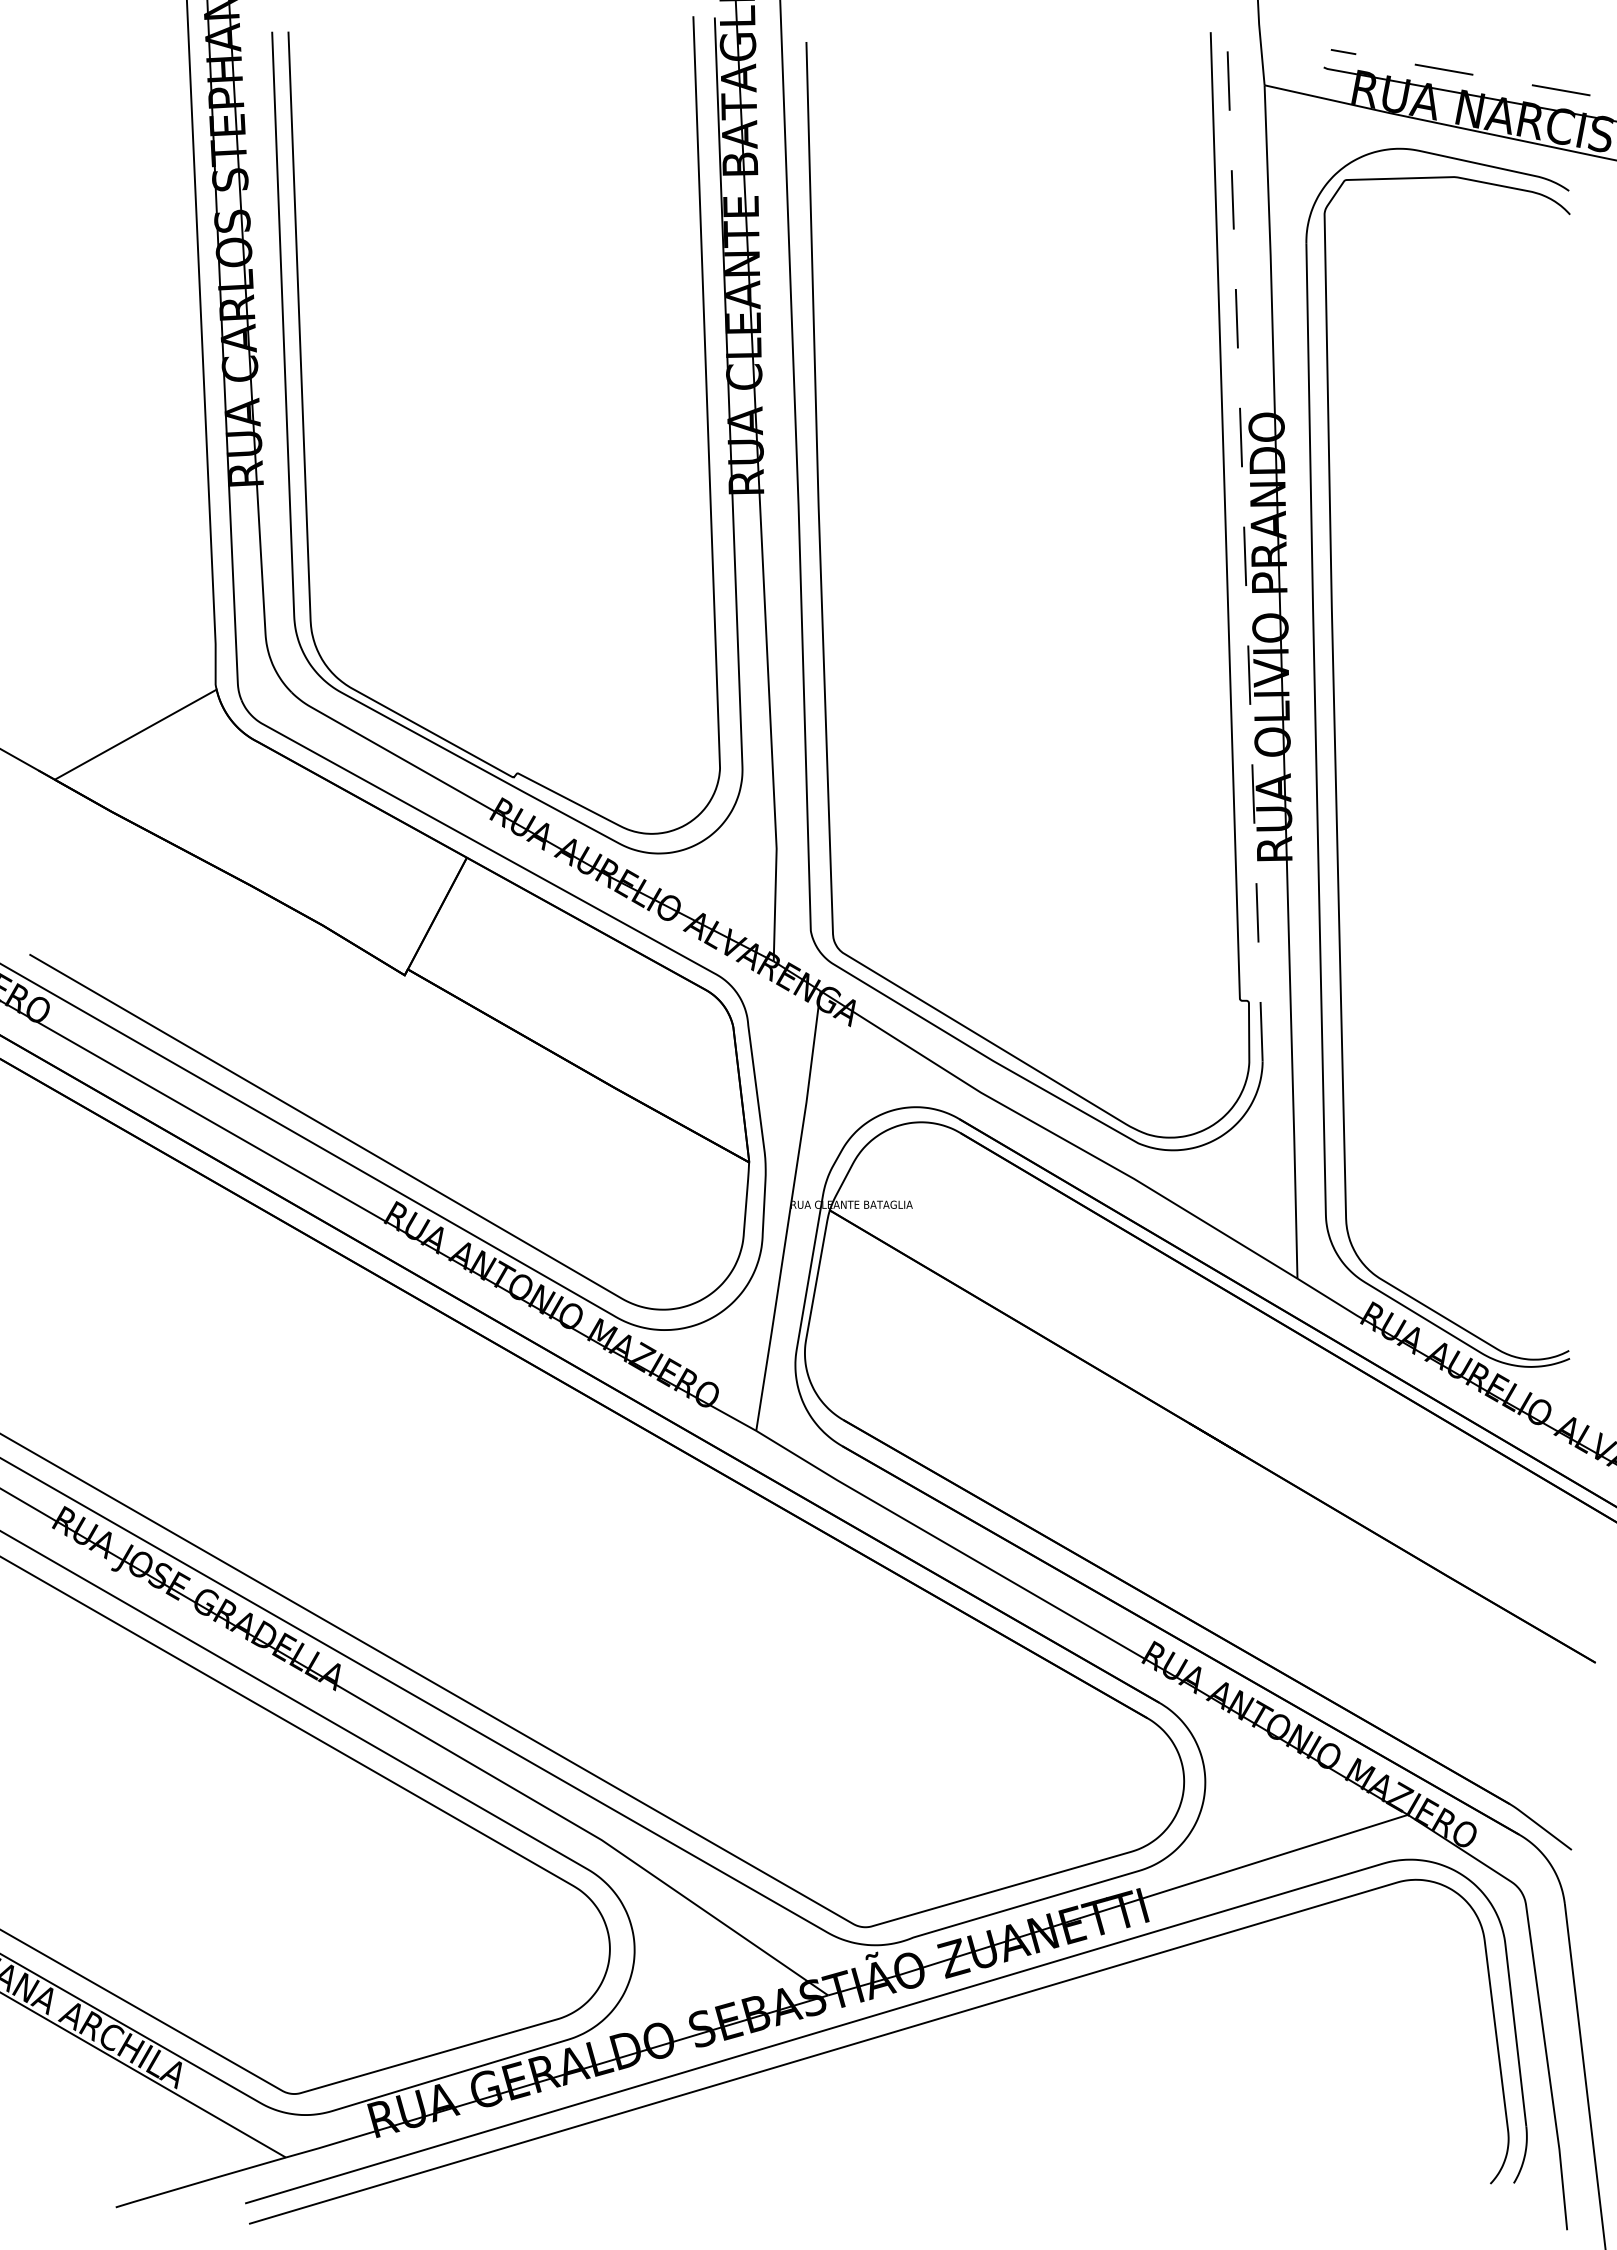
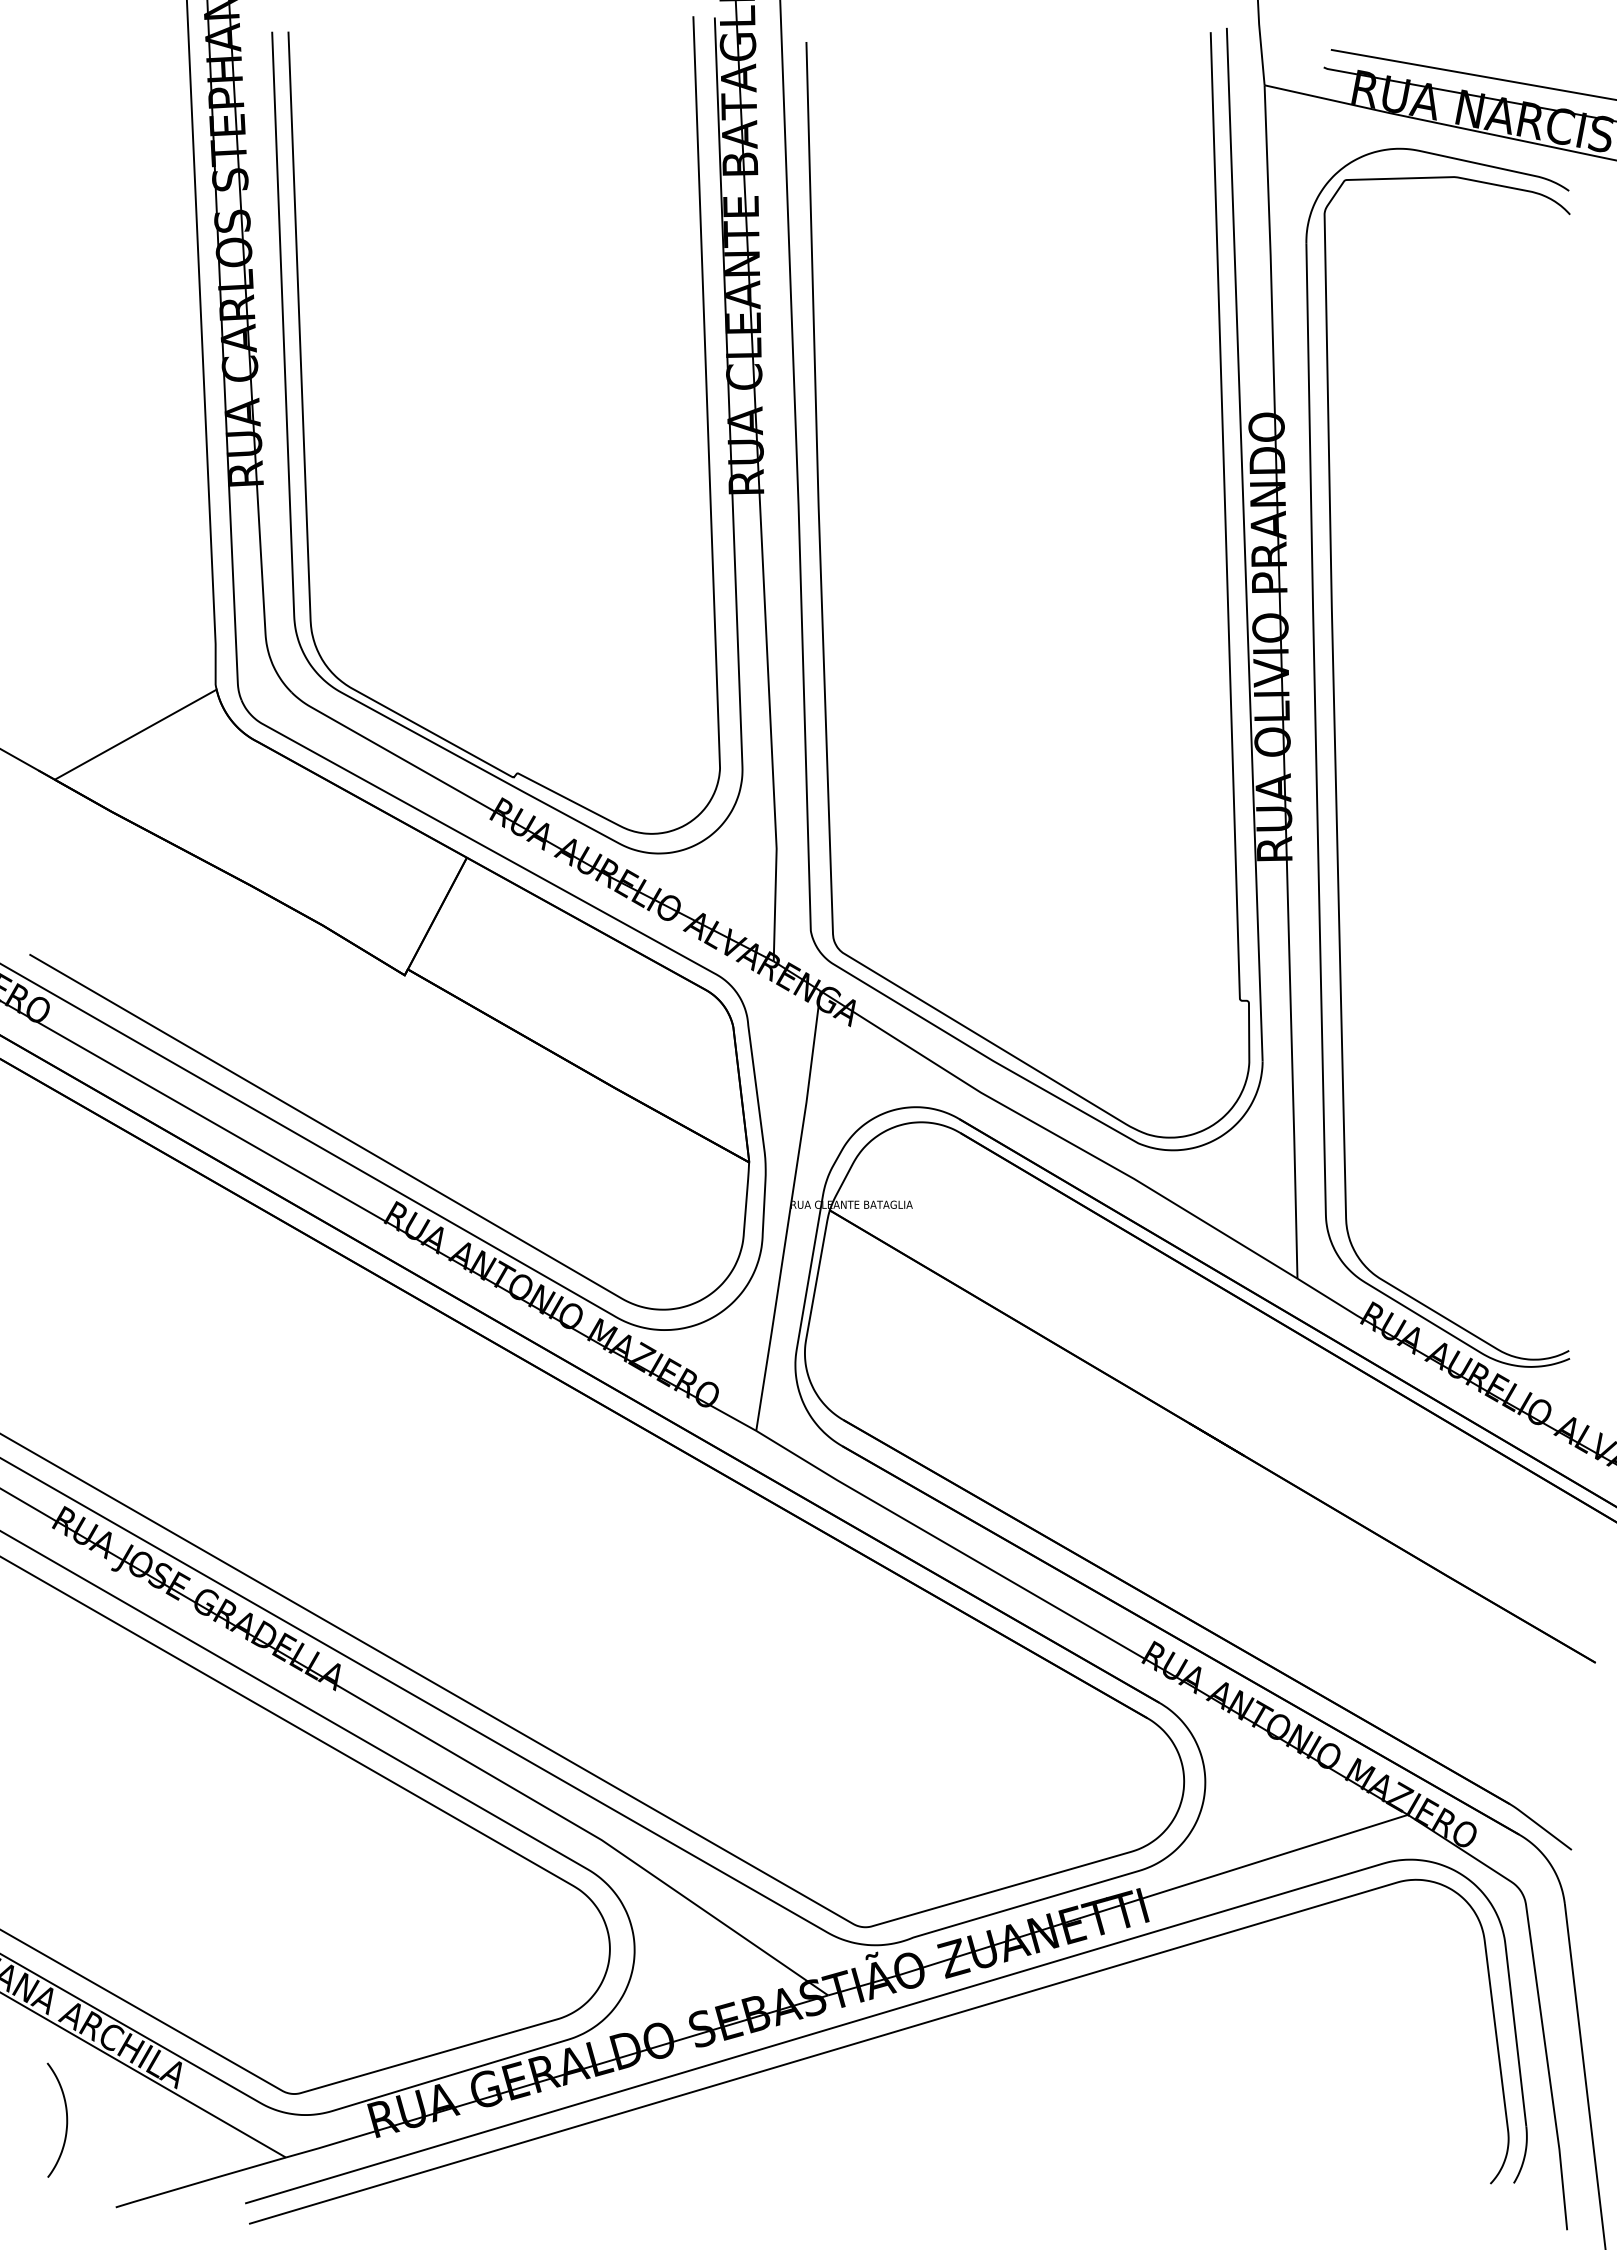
line at (1473, 74): dashed -> solid
line at (1244, 544): dashed -> solid
curve at (66, 2119): none -> present
